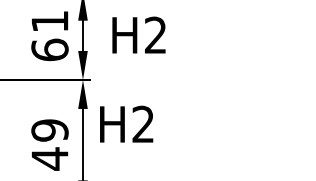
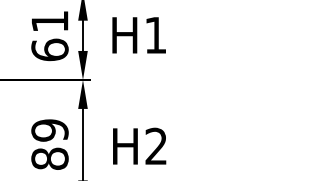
text at (155, 34): H2 -> H1
text at (126, 123) position: (126, 123) -> (139, 145)
text at (49, 158): 49 -> 89
